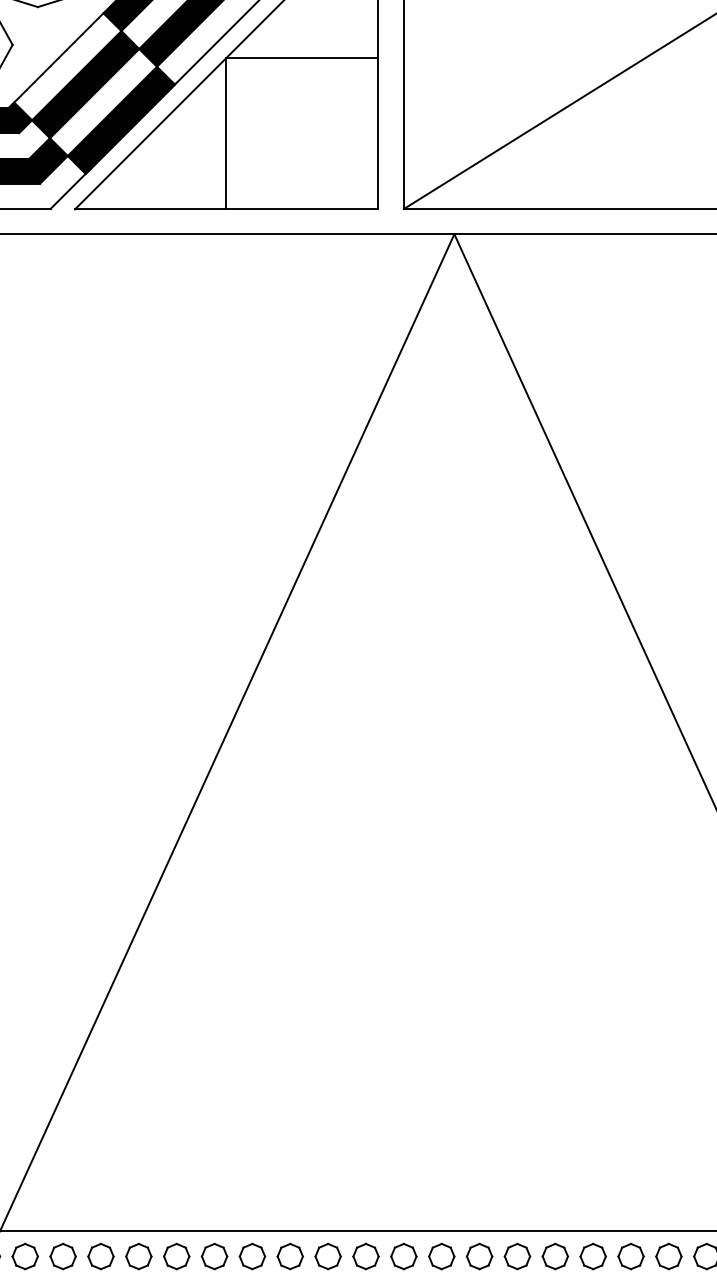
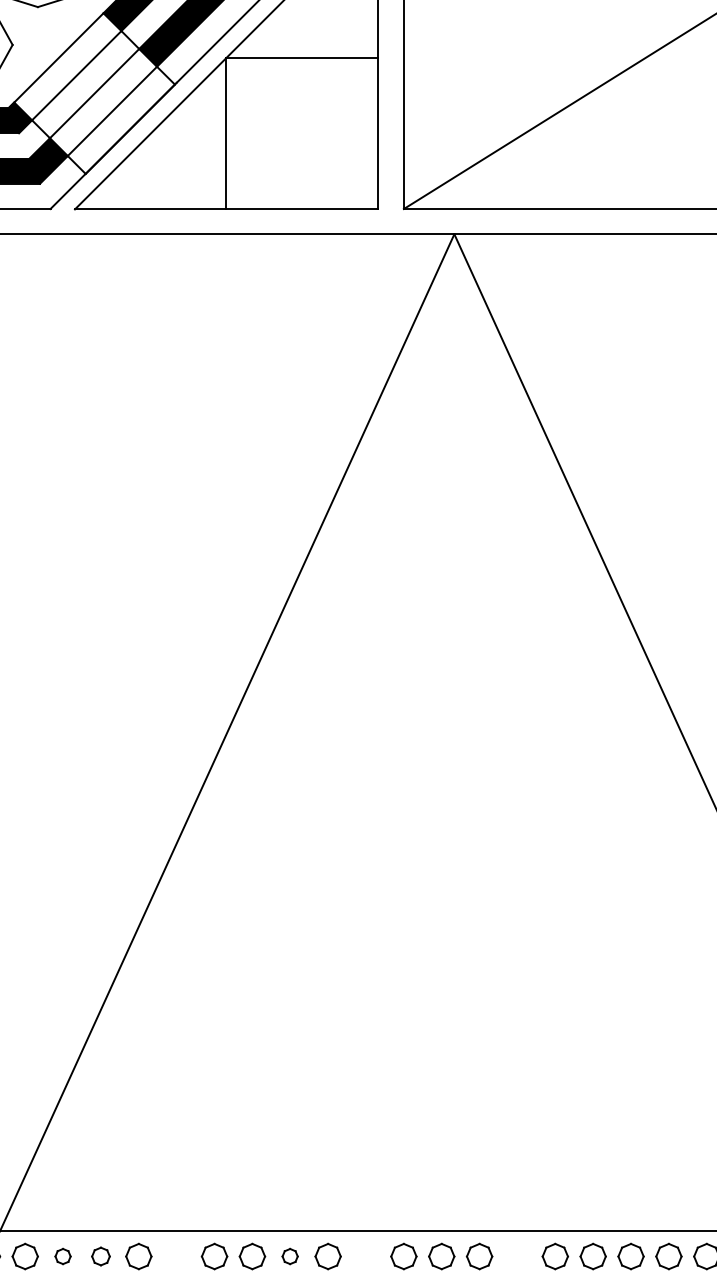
fill at (85, 84): present -> none
fill at (120, 119): present -> none
part at (62, 1256) size: 28x29 px -> 18x19 px
part at (100, 1256) size: 28x29 px -> 20x21 px
part at (176, 1256): present -> none
part at (289, 1256) size: 28x29 px -> 18x19 px
part at (365, 1256): present -> none
part at (517, 1256): present -> none
